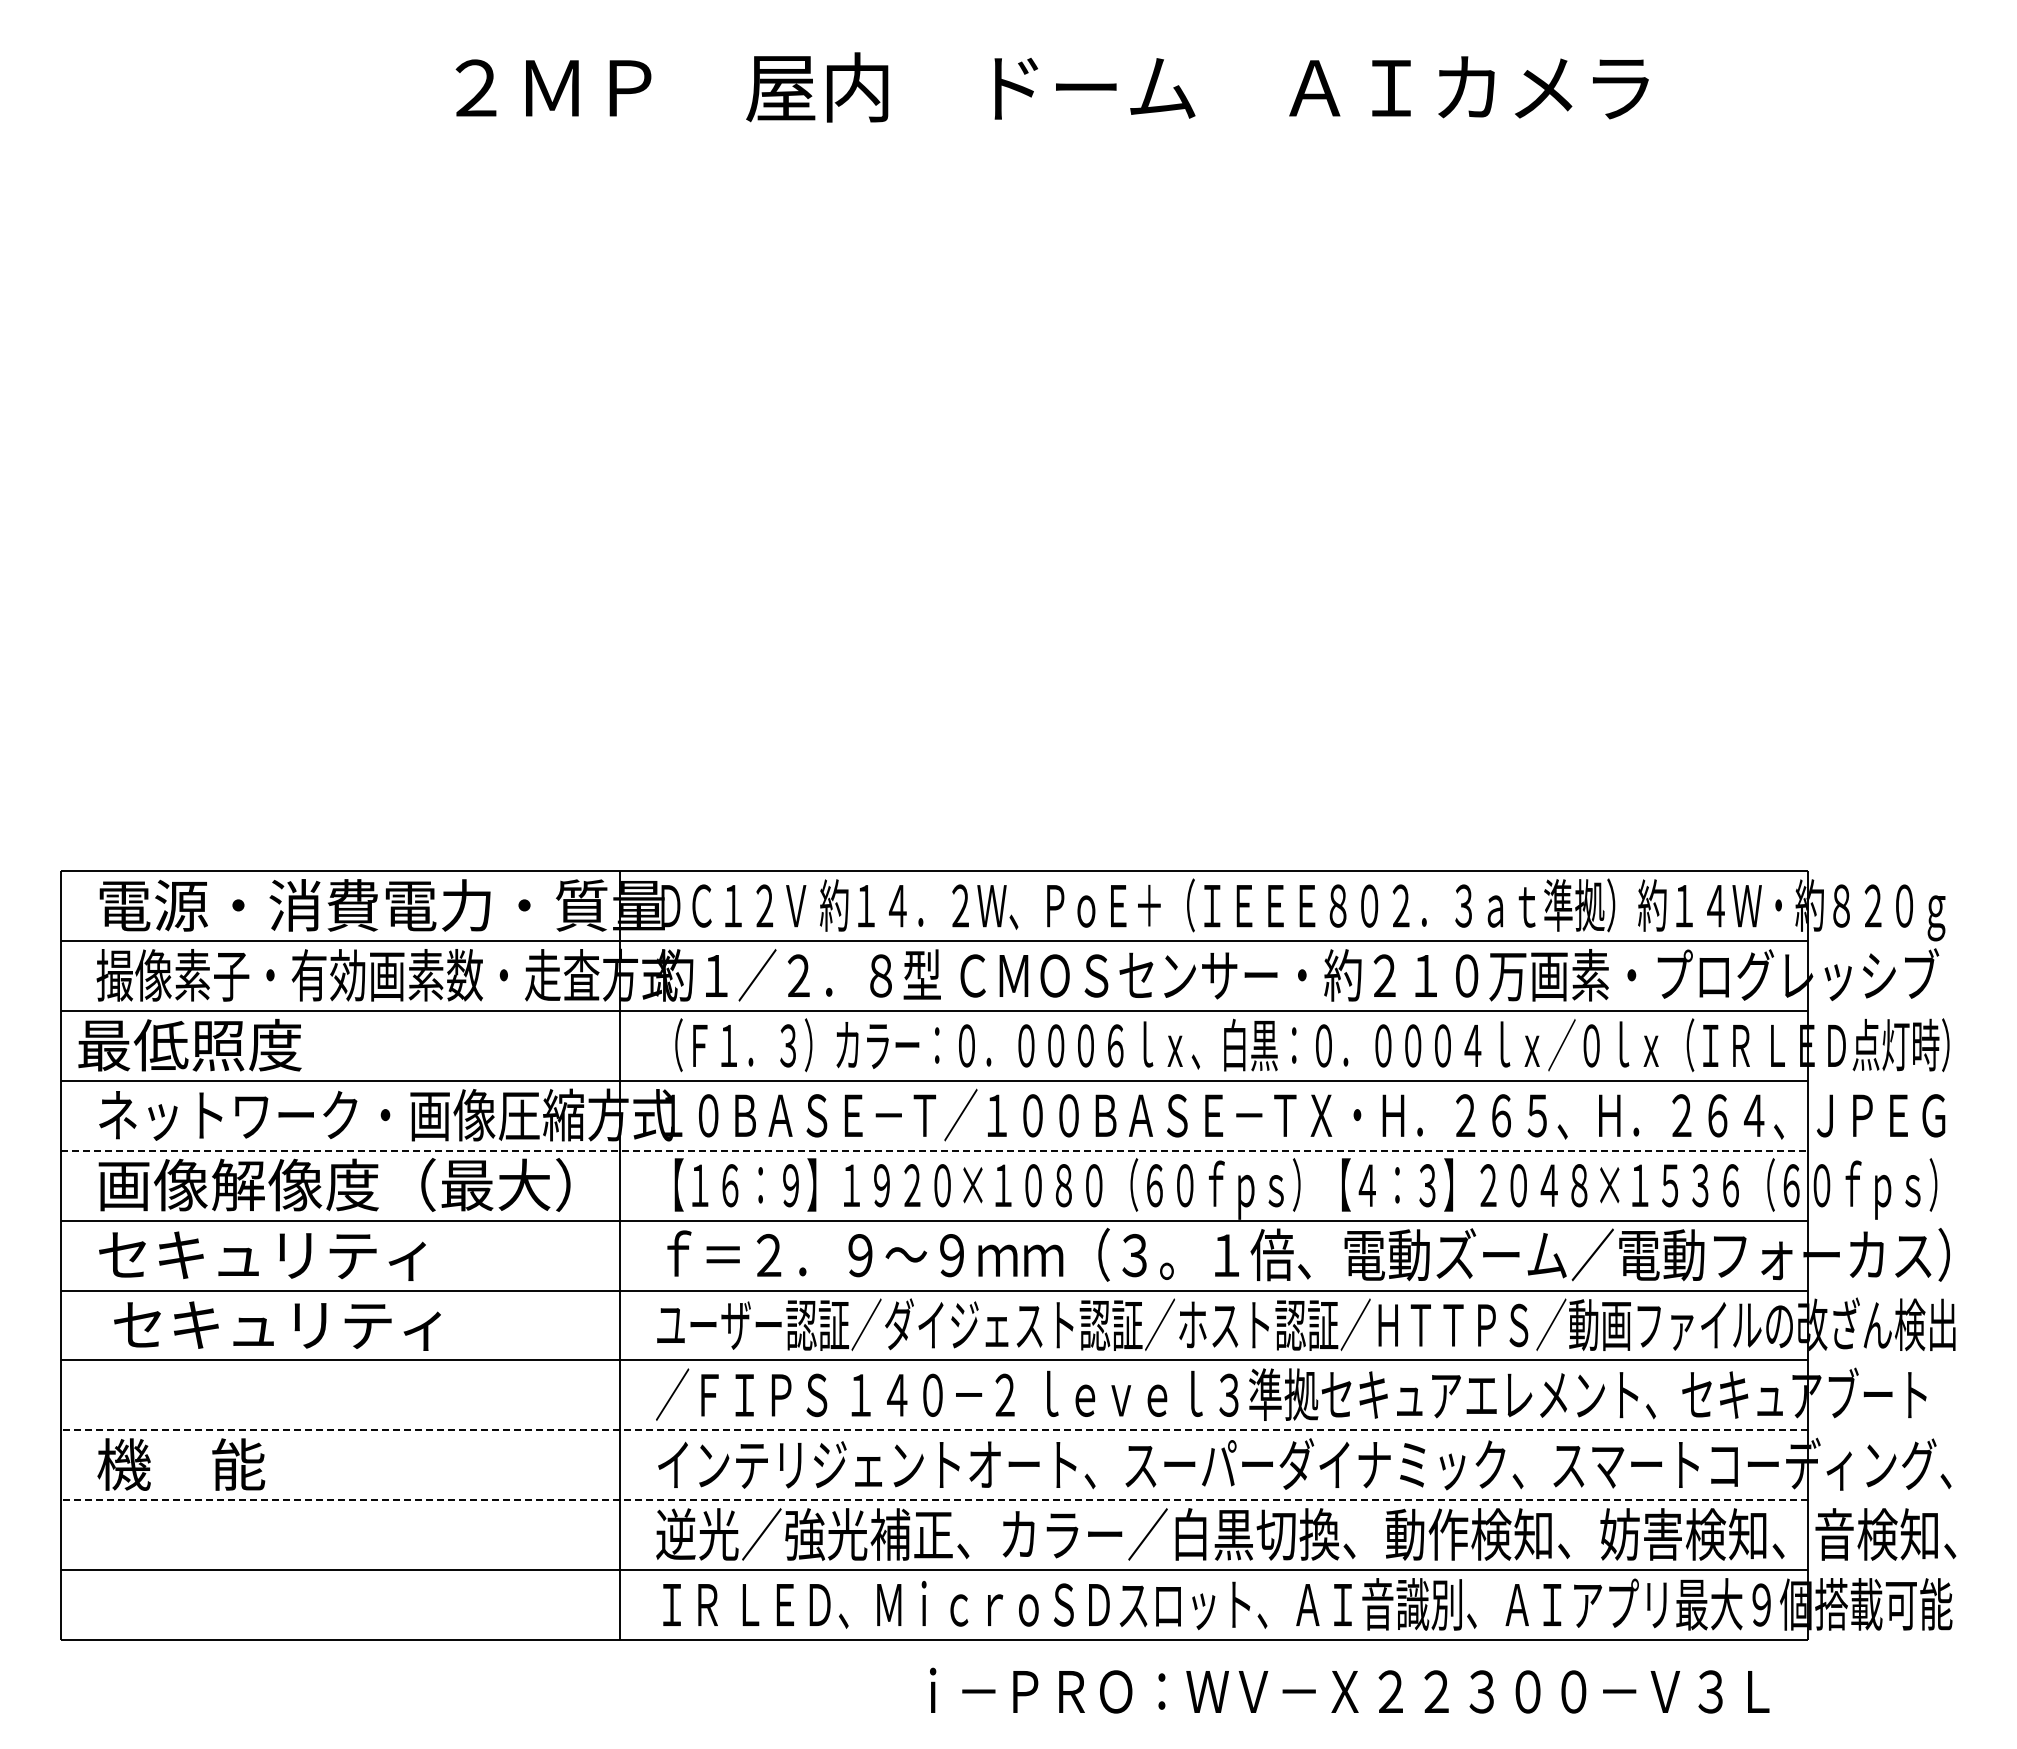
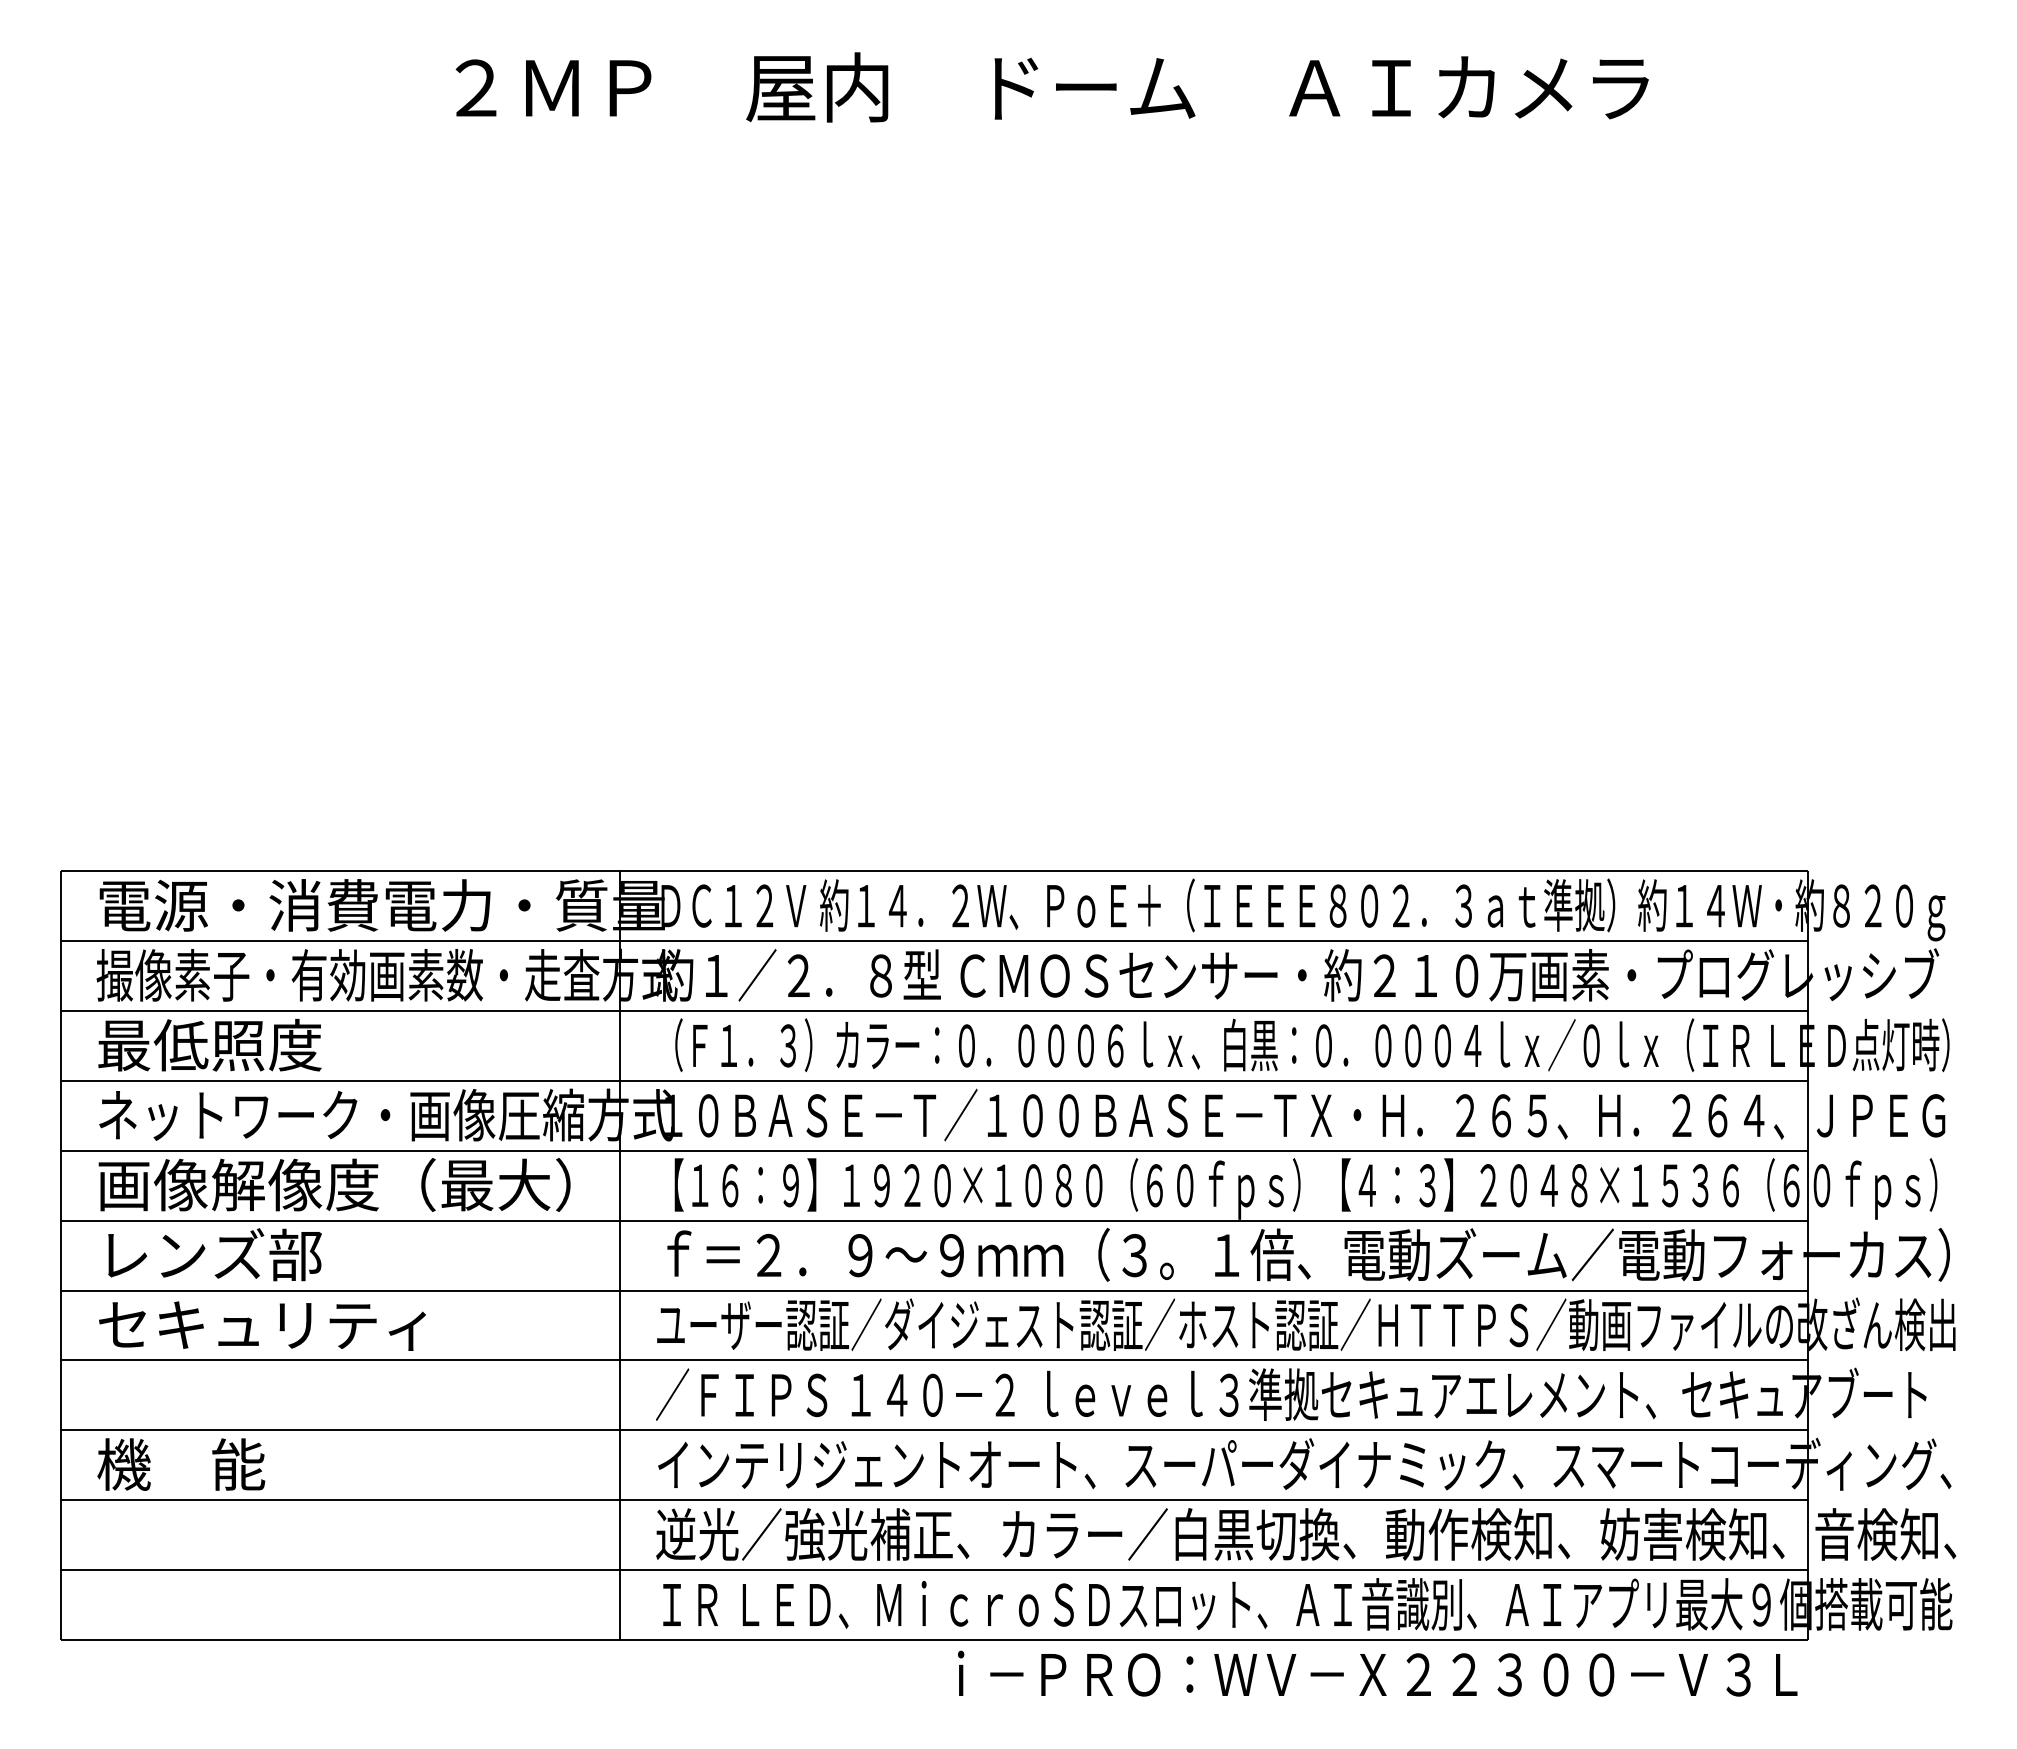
text at (189, 1045) position: (189, 1045) -> (209, 1045)
line at (934, 1150): dashed -> solid
text at (262, 1254): セキュリティ -> レンズ部
text at (277, 1325) position: (277, 1325) -> (262, 1325)
line at (934, 1430): dashed -> solid
line at (934, 1500): dashed -> solid
text at (1349, 1690) position: (1349, 1690) -> (1377, 1673)
